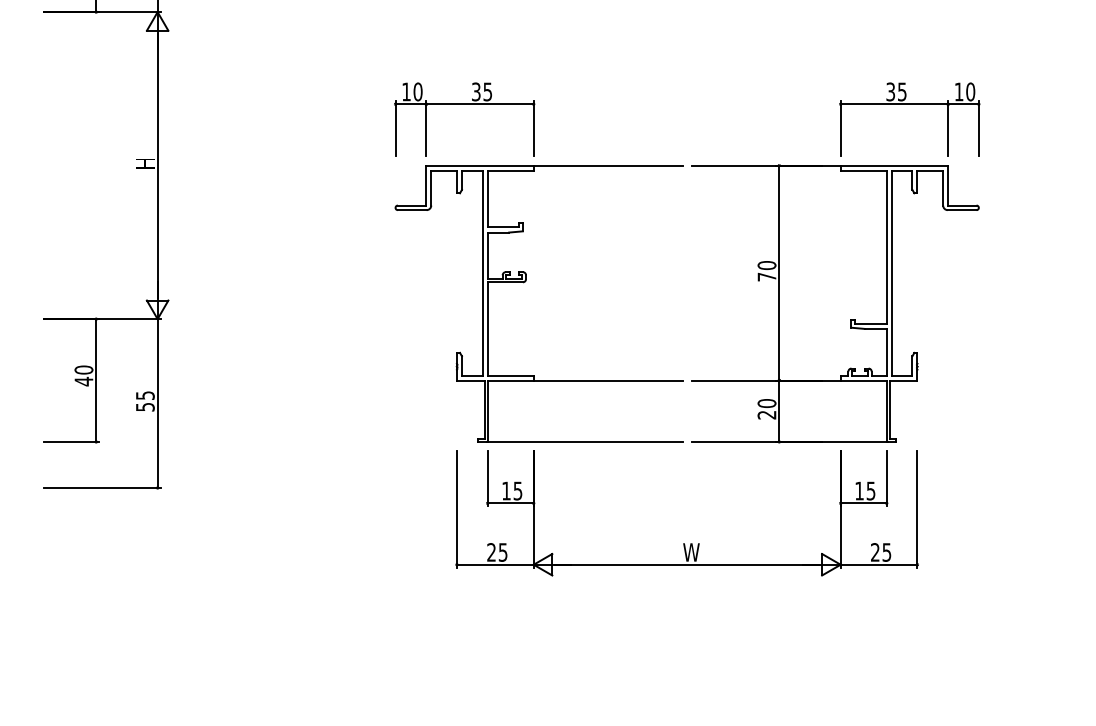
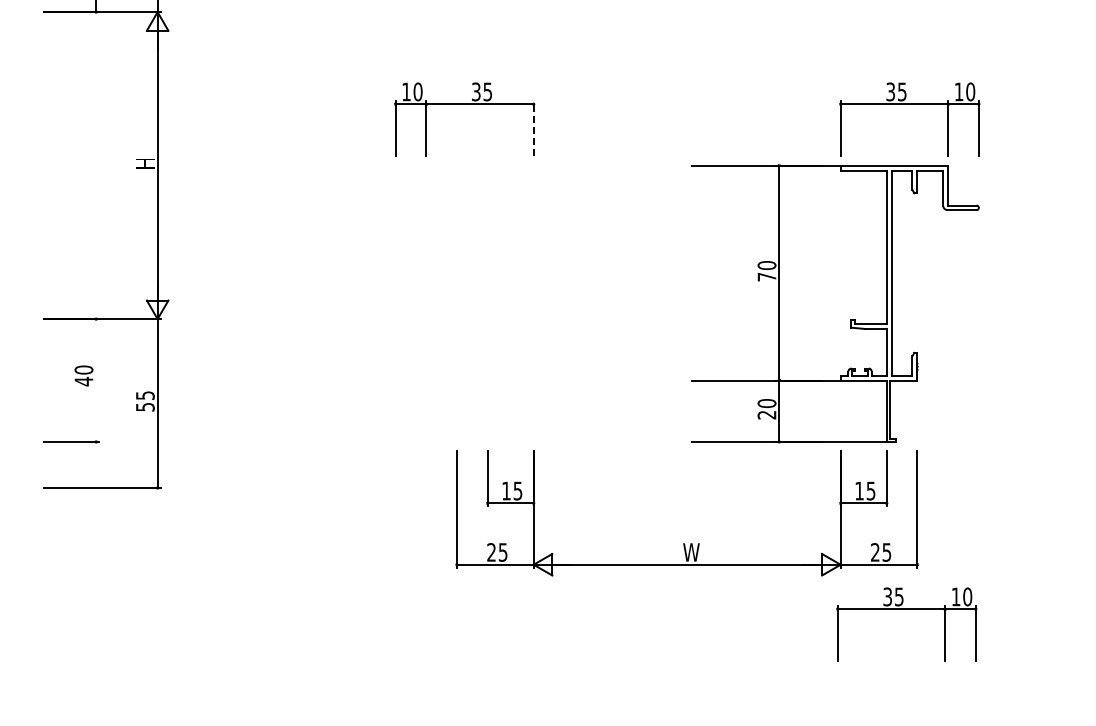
line at (533, 128): solid -> dashed
part at (525, 282): present -> none
line at (96, 380): present -> none
part at (906, 609): none -> present
